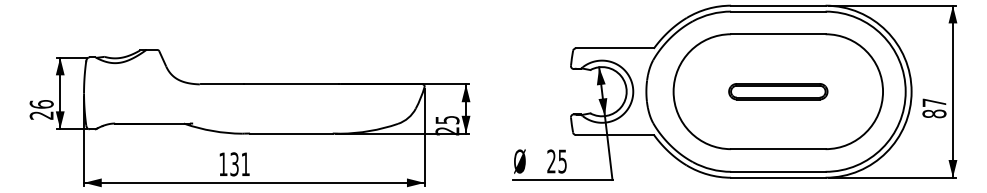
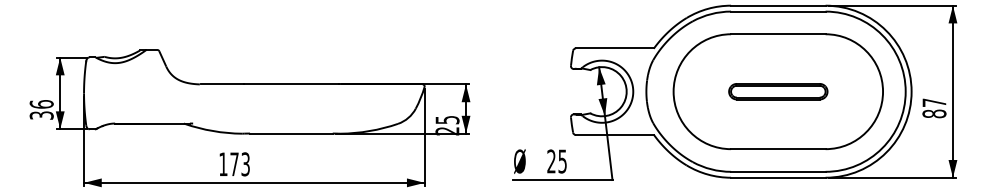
text at (41, 115): 26 -> 36
text at (239, 164): 131 -> 173
